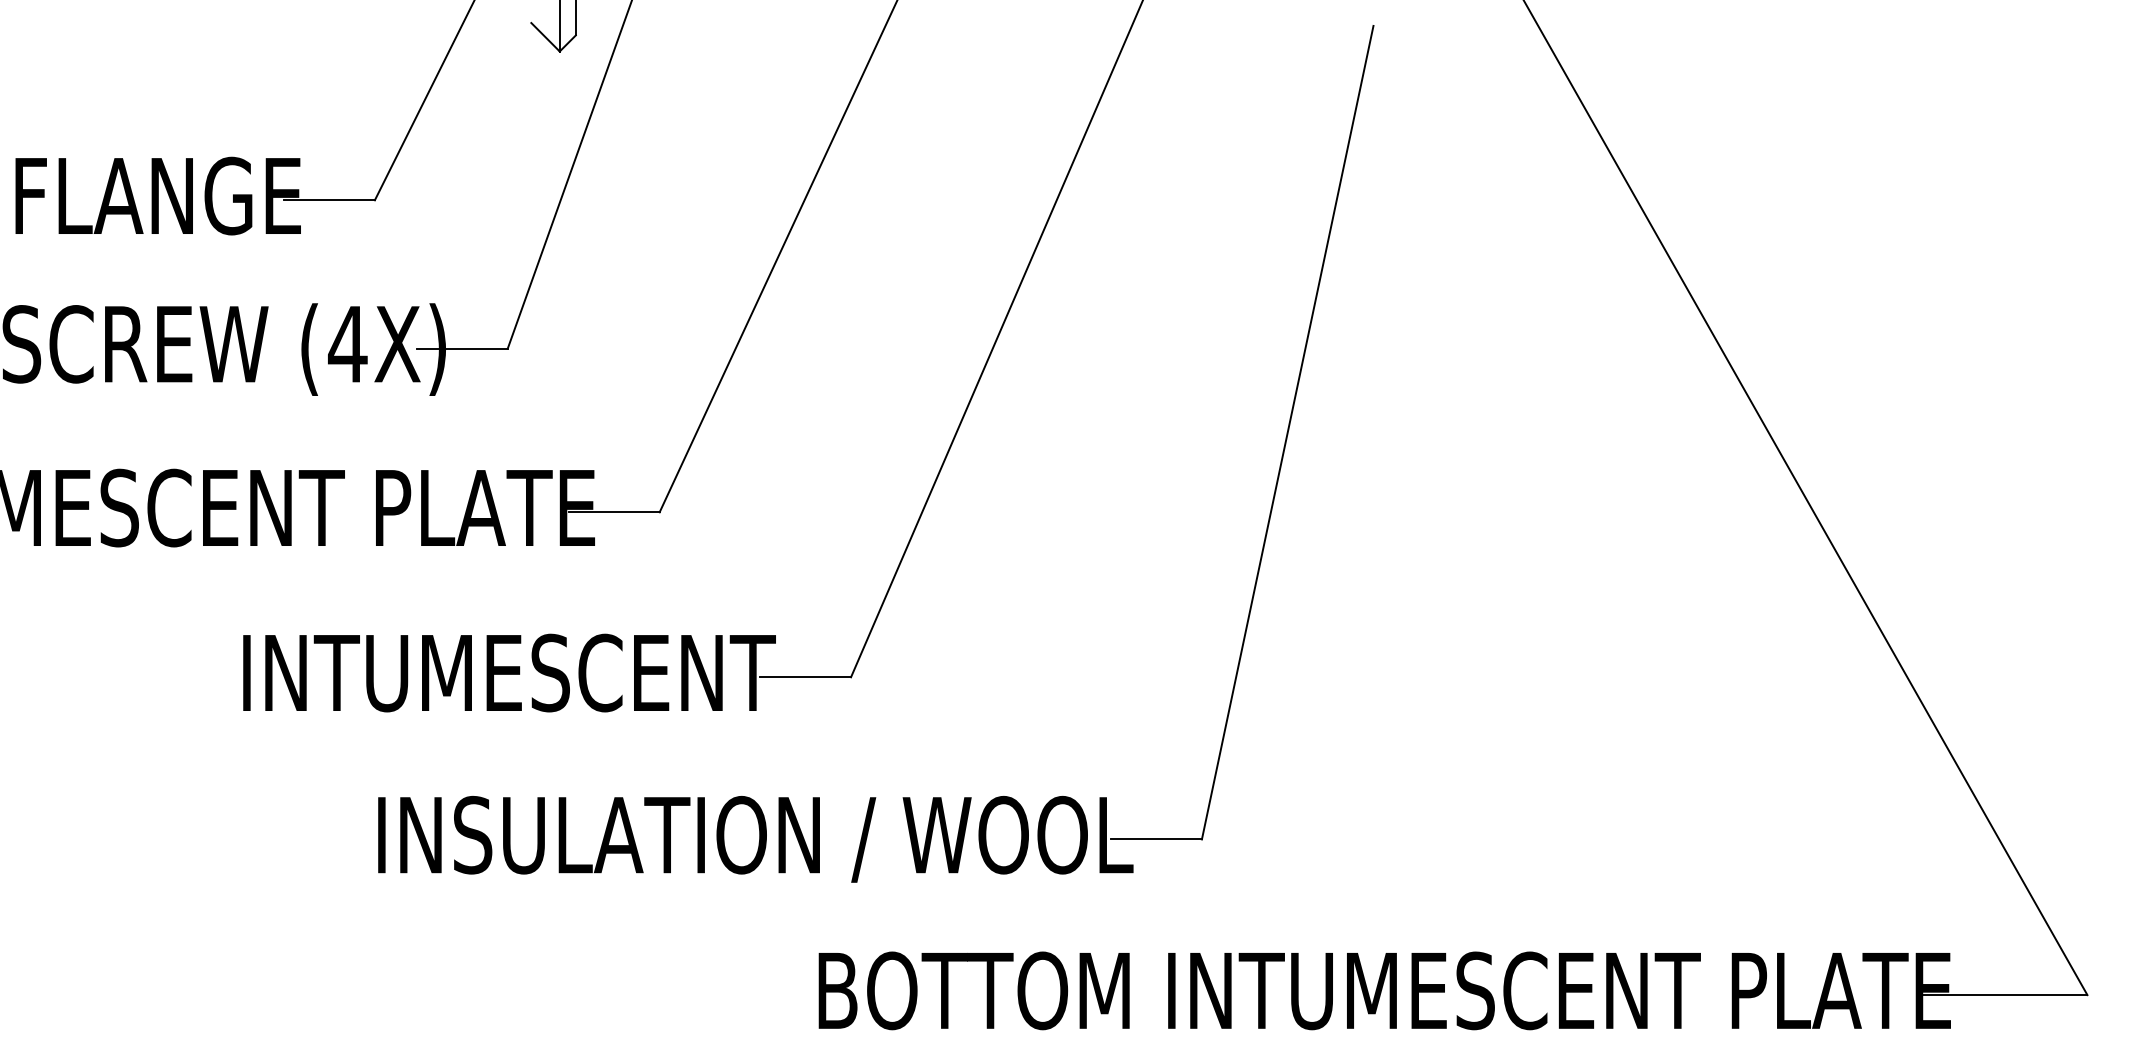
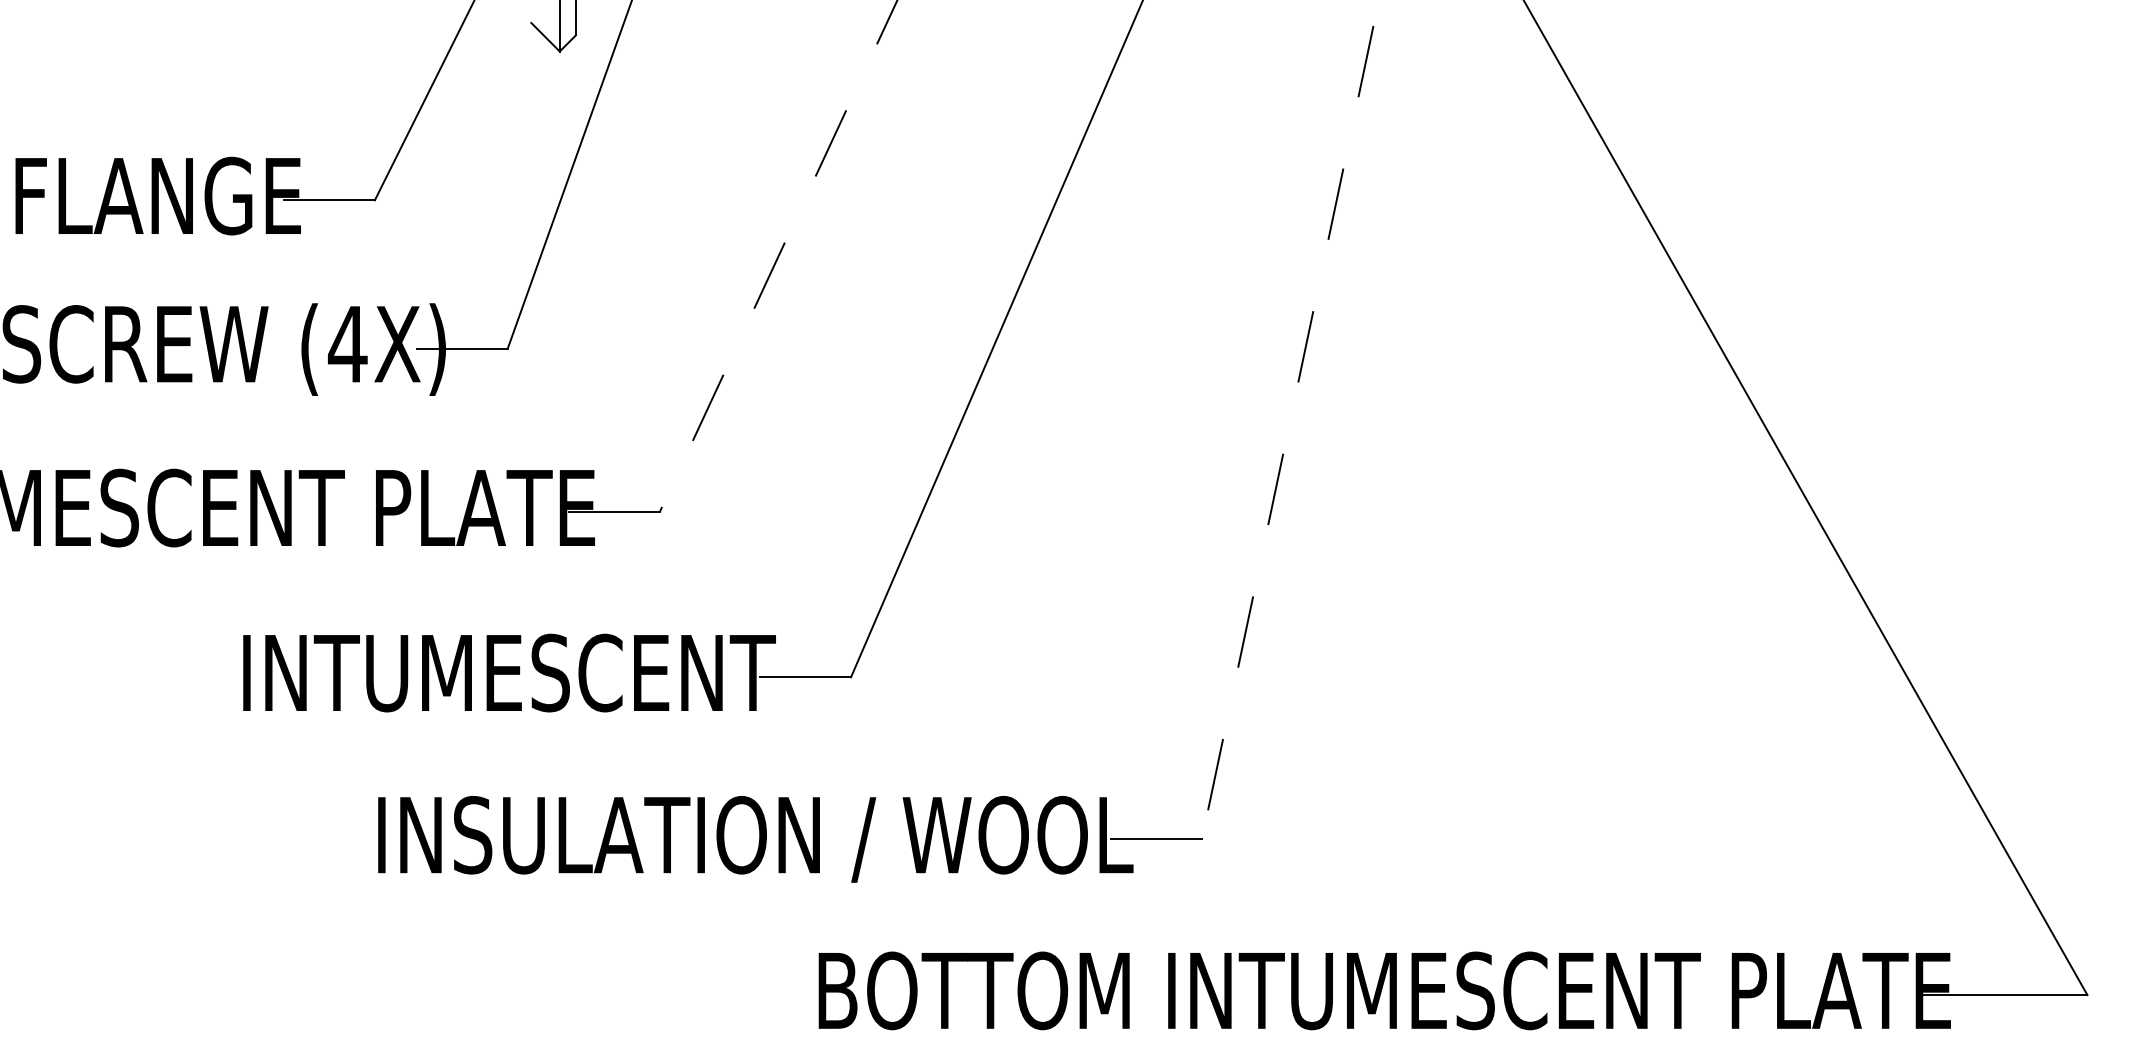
line at (778, 256): solid -> dashed
line at (1287, 432): solid -> dashed
